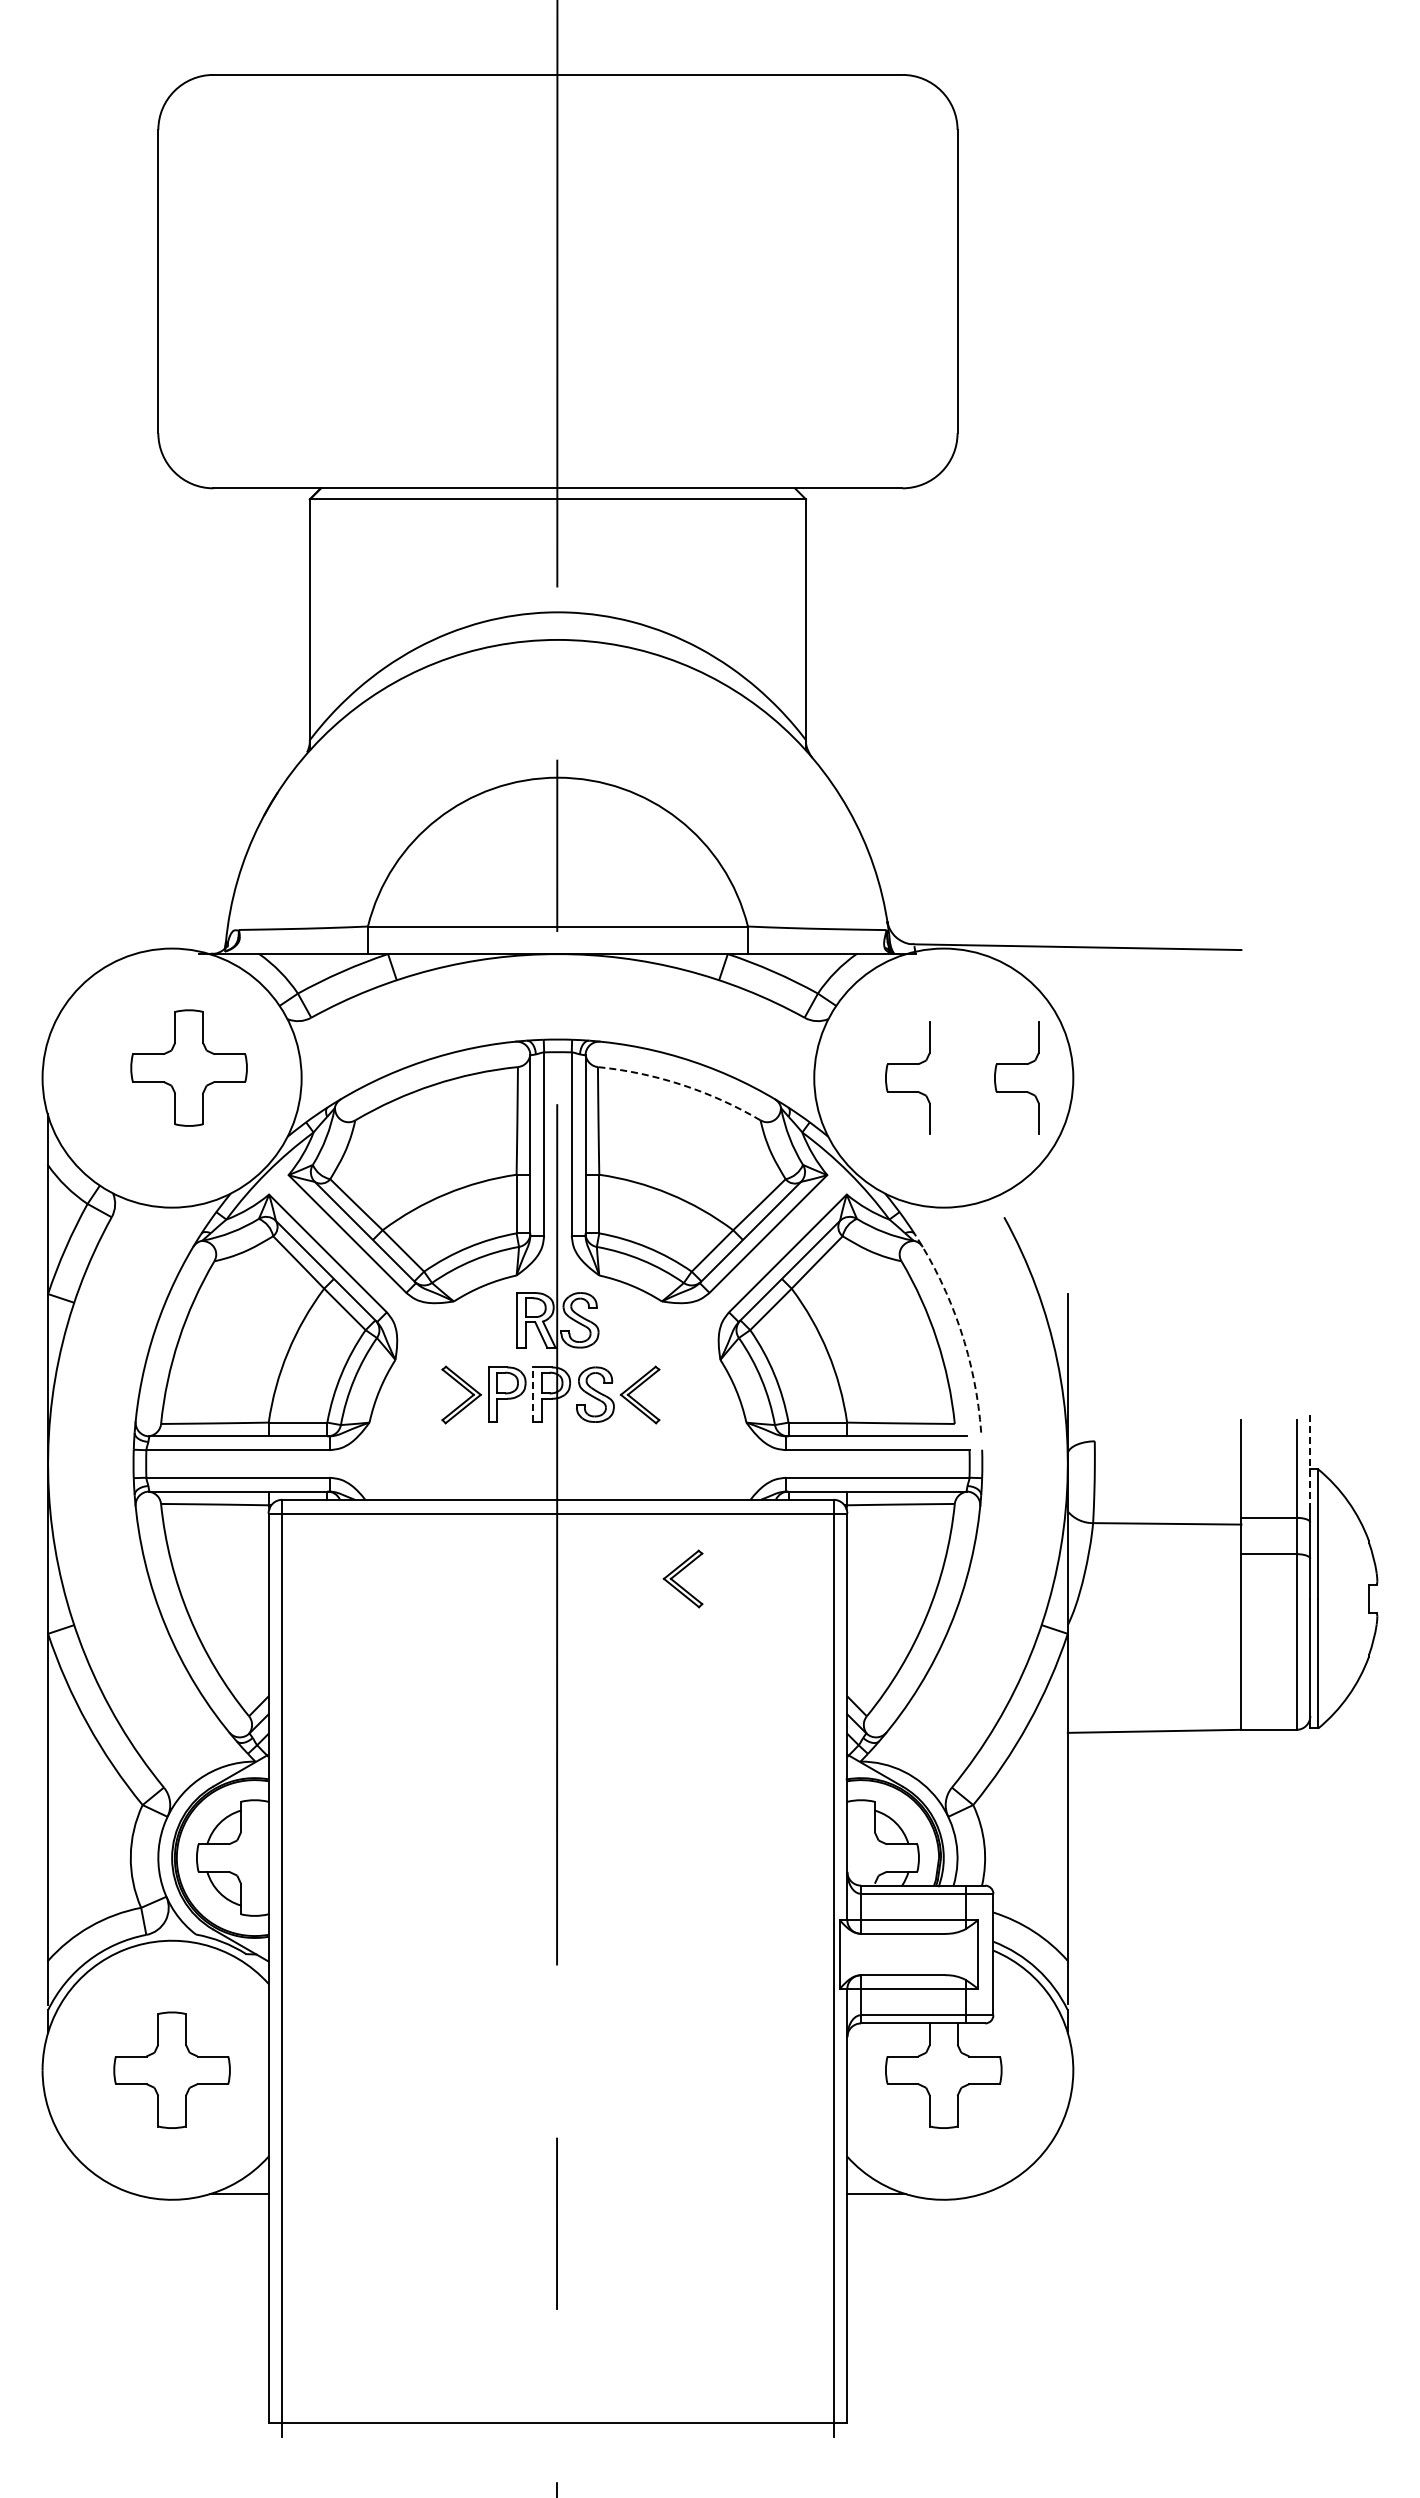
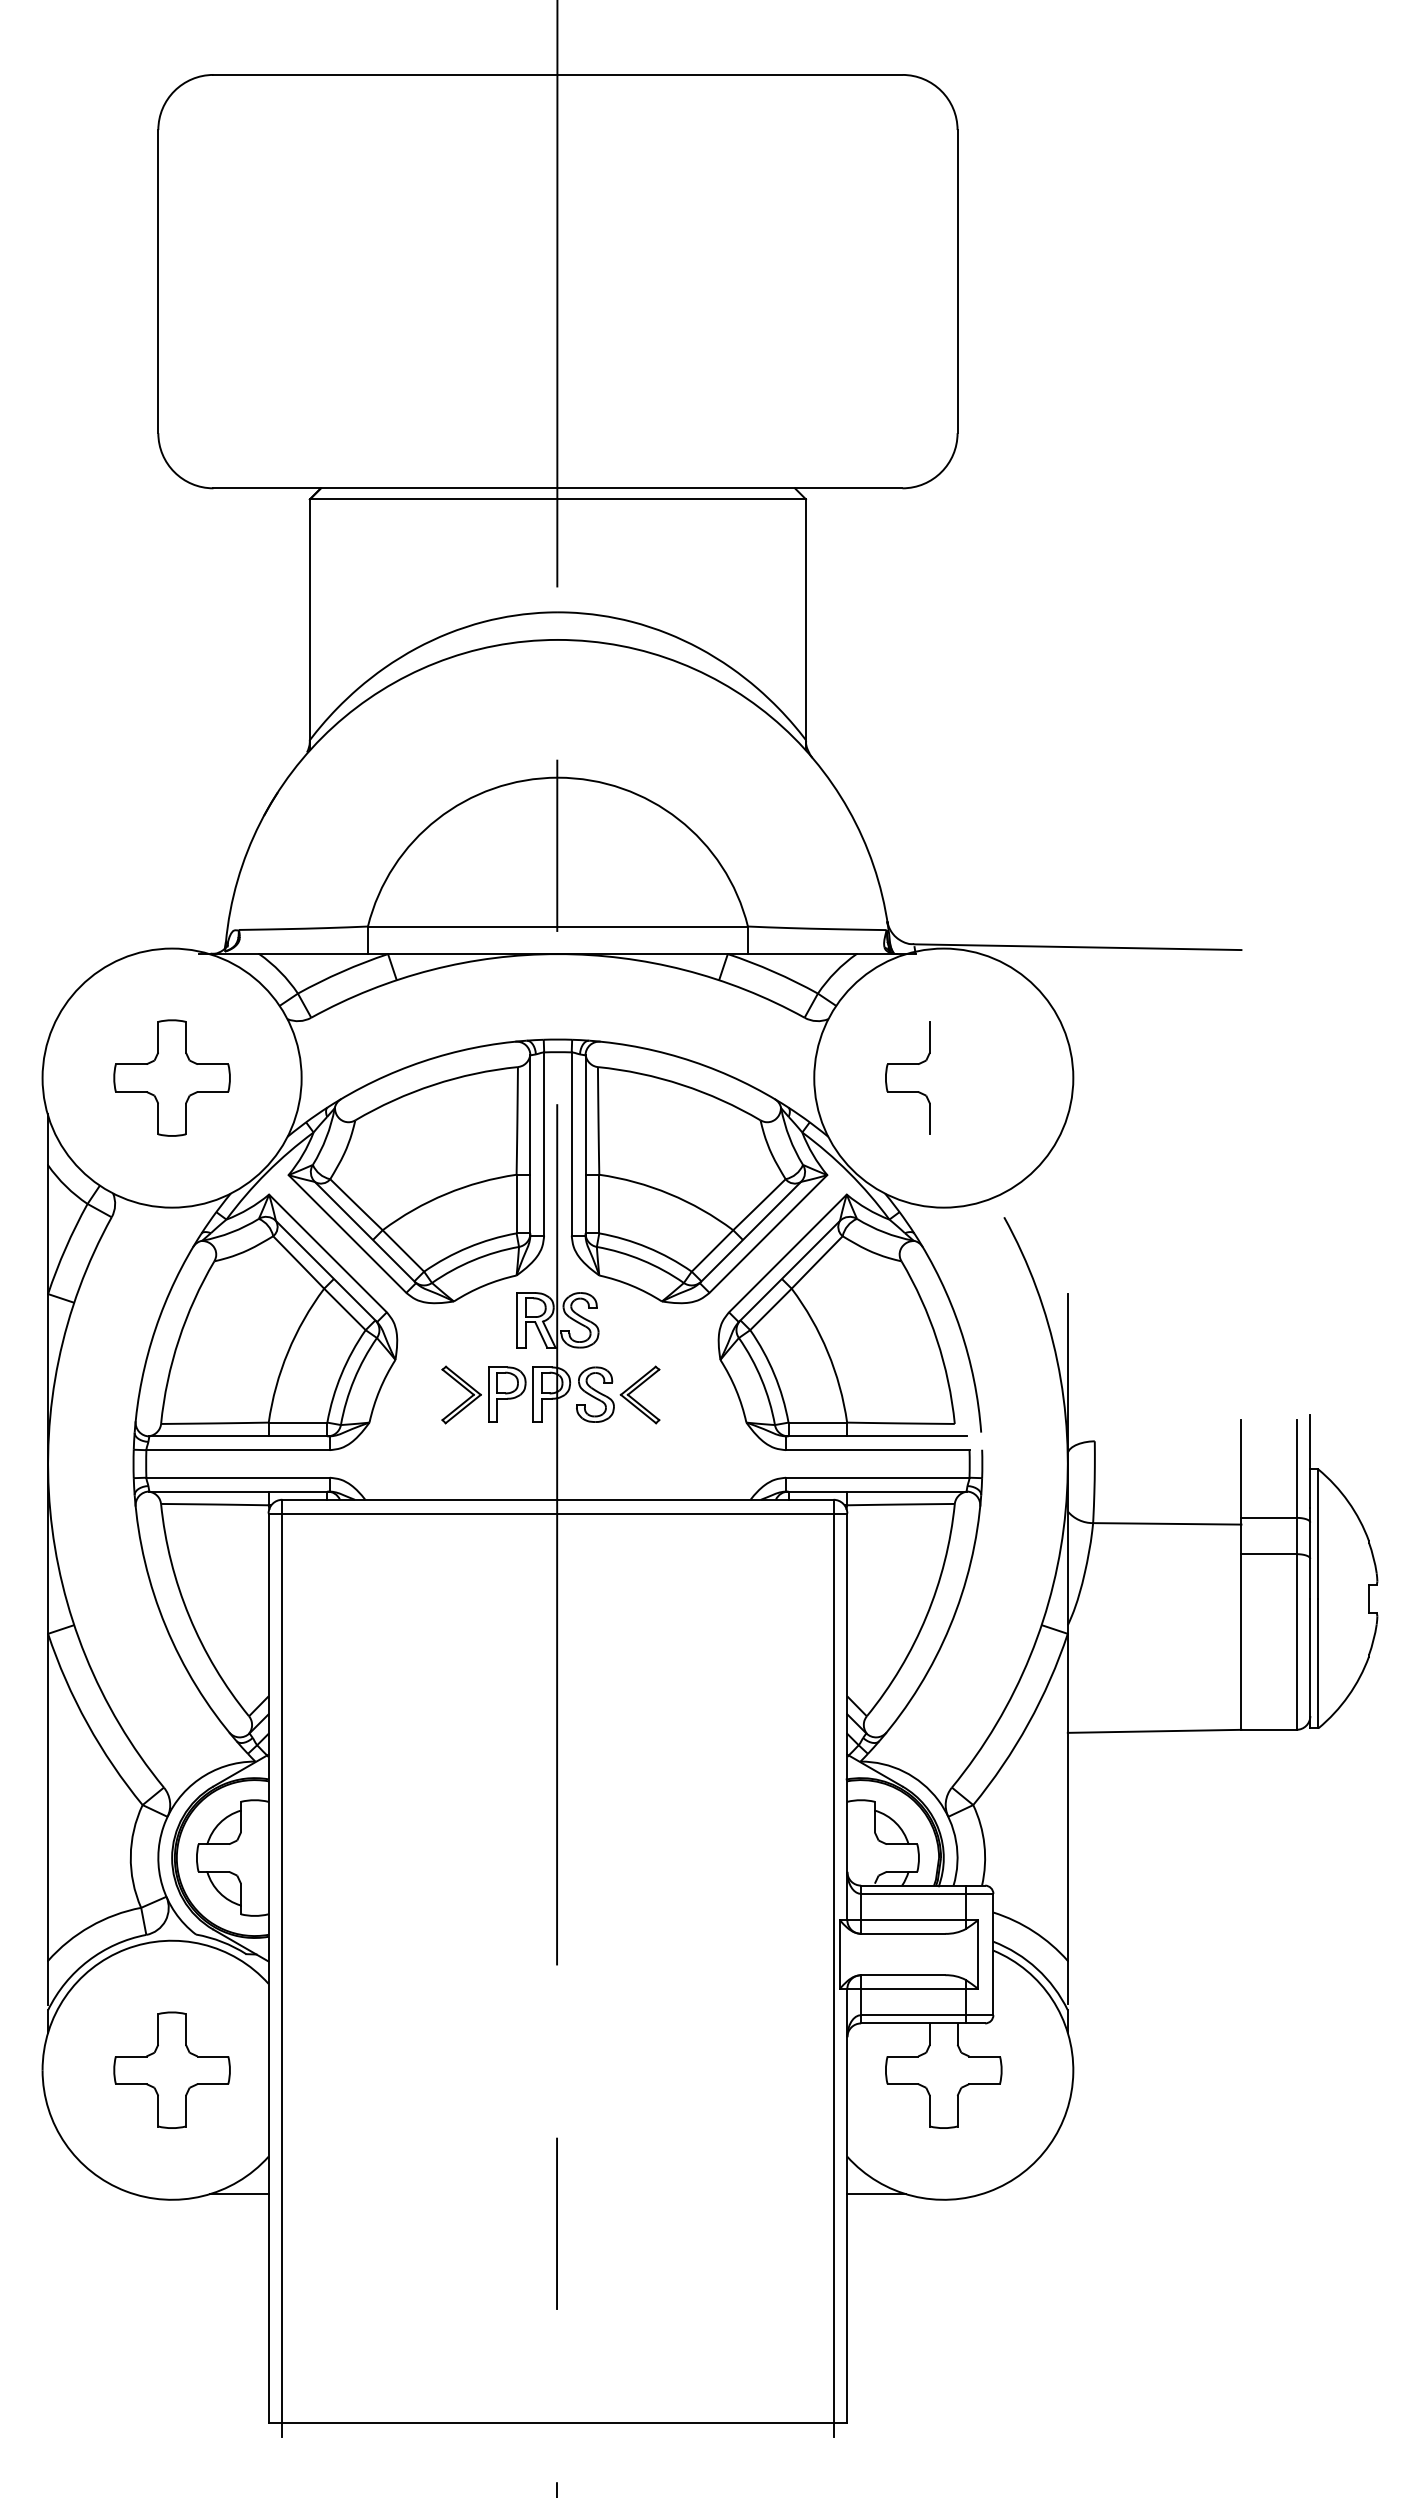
part at (1016, 1064): present -> none
part at (188, 1067) position: (188, 1067) -> (171, 1077)
arc at (682, 1084): dashed -> solid
arc at (960, 1328): dashed -> solid
line at (533, 1394): dashed -> solid
line at (1310, 1462): dashed -> solid
part at (682, 1578): present -> none
